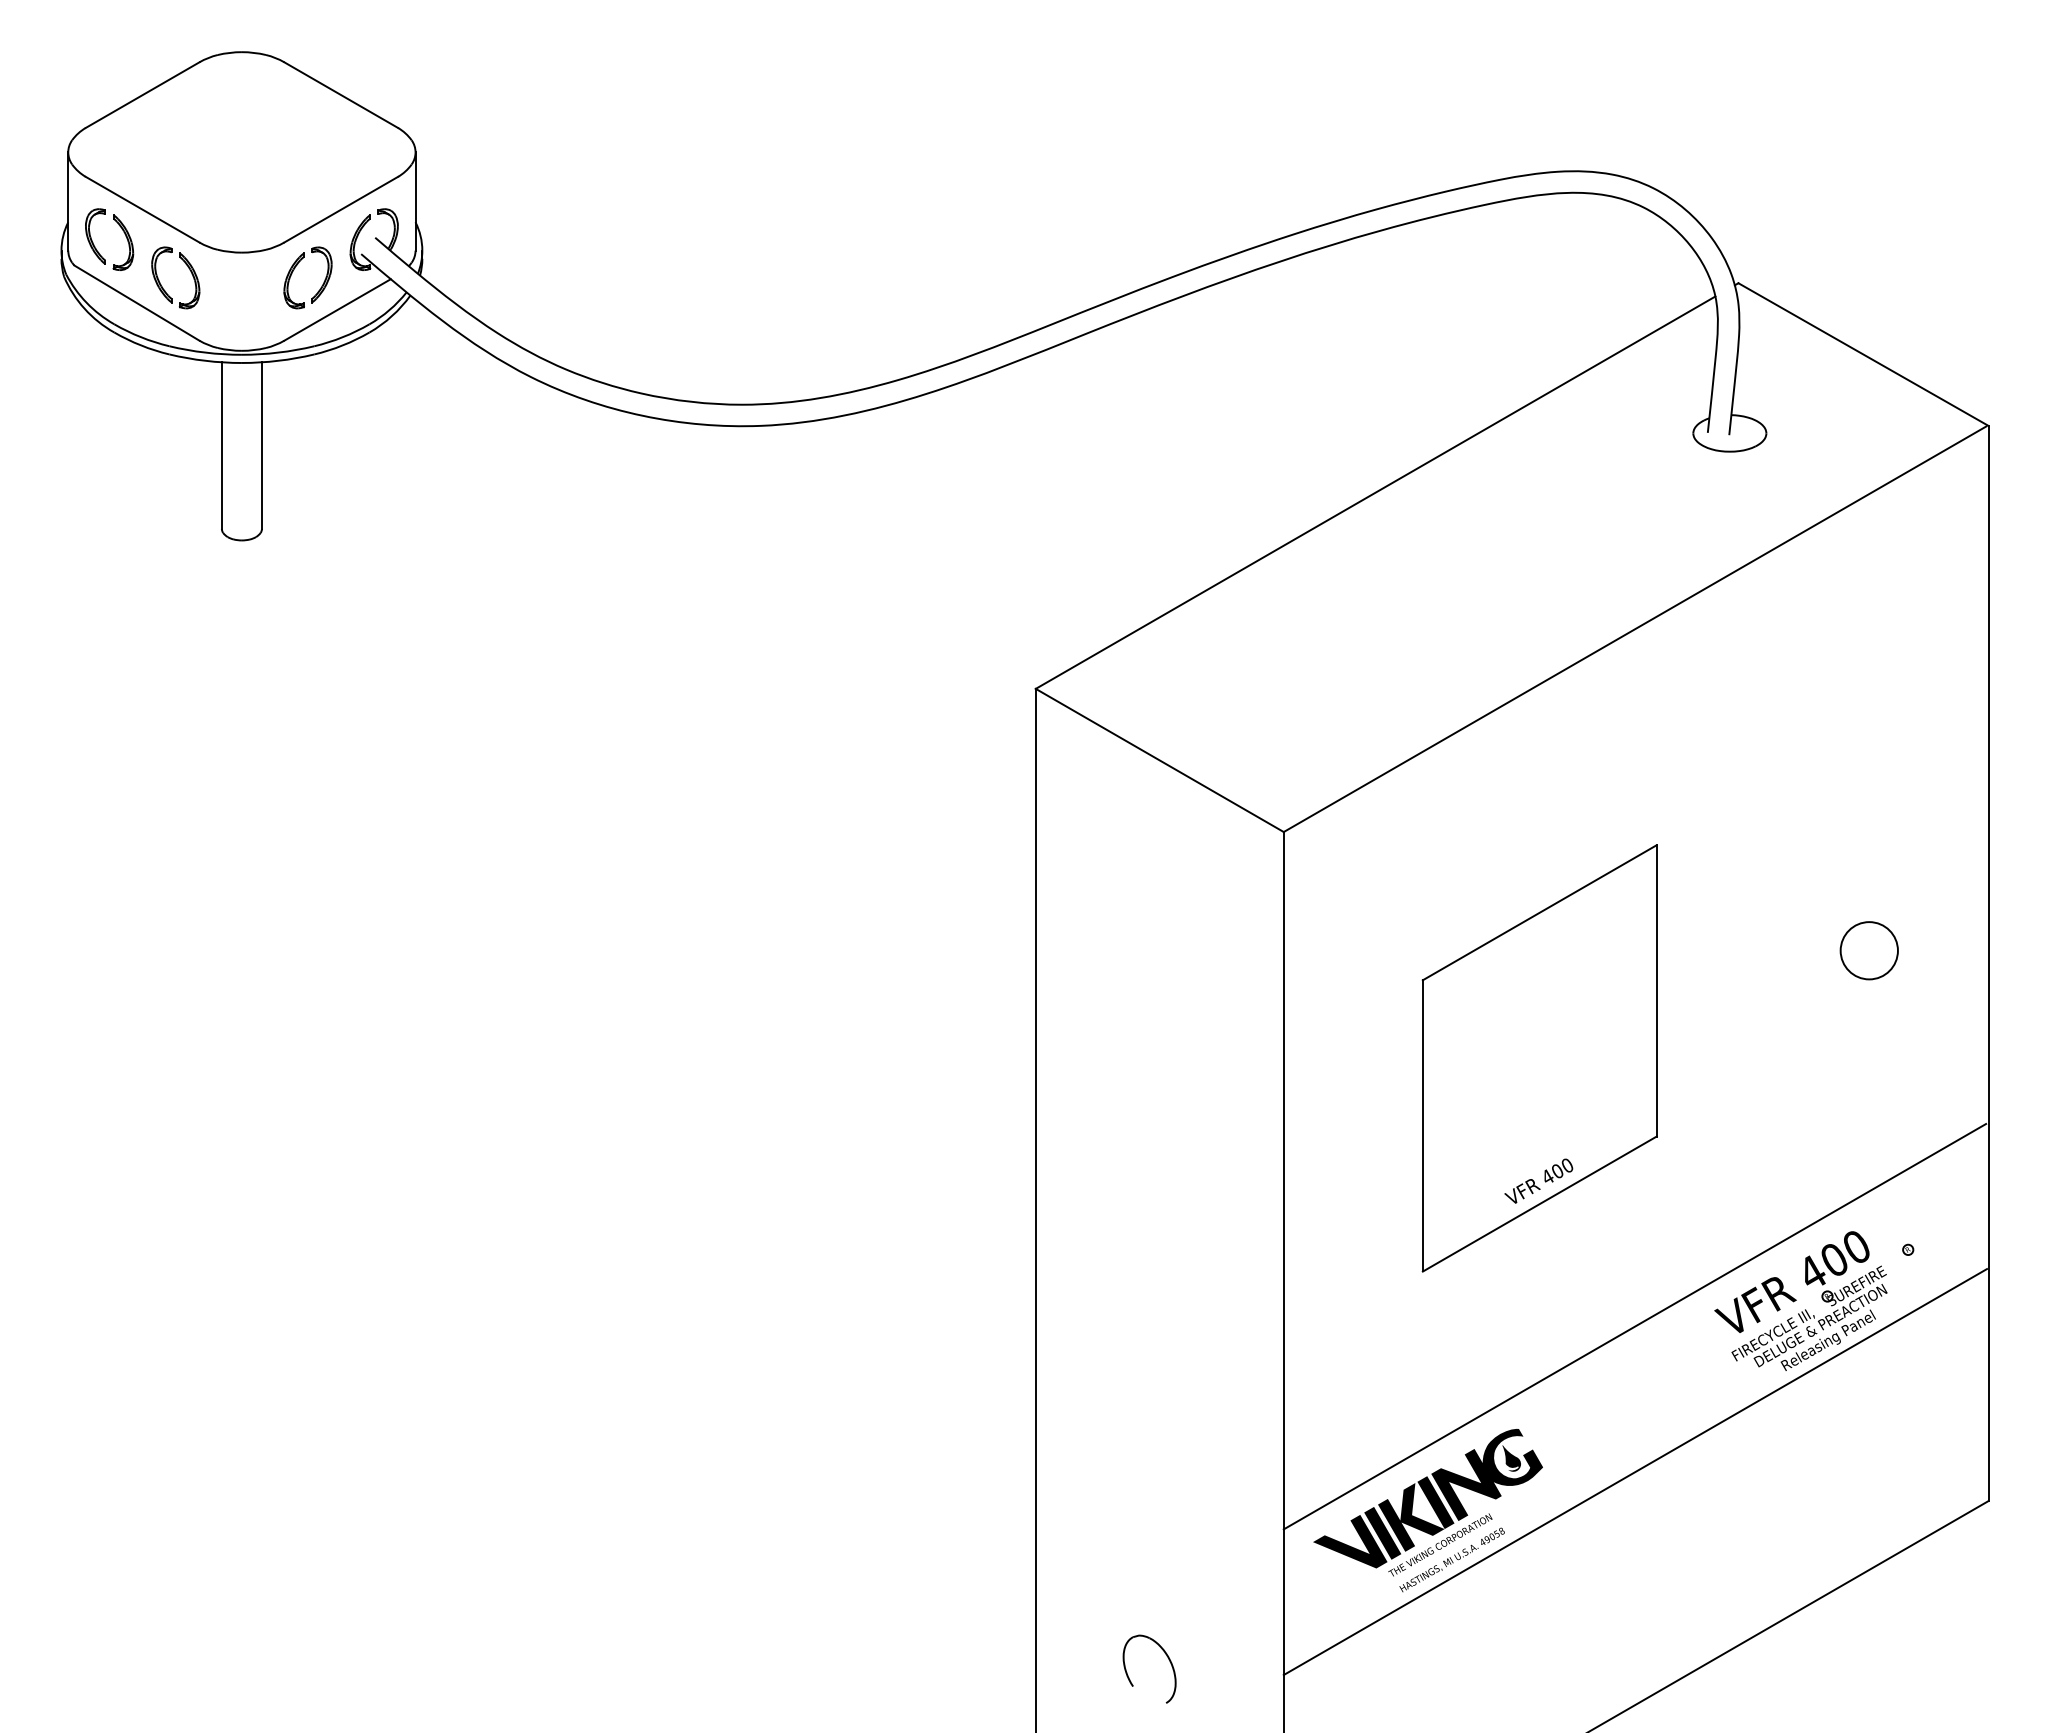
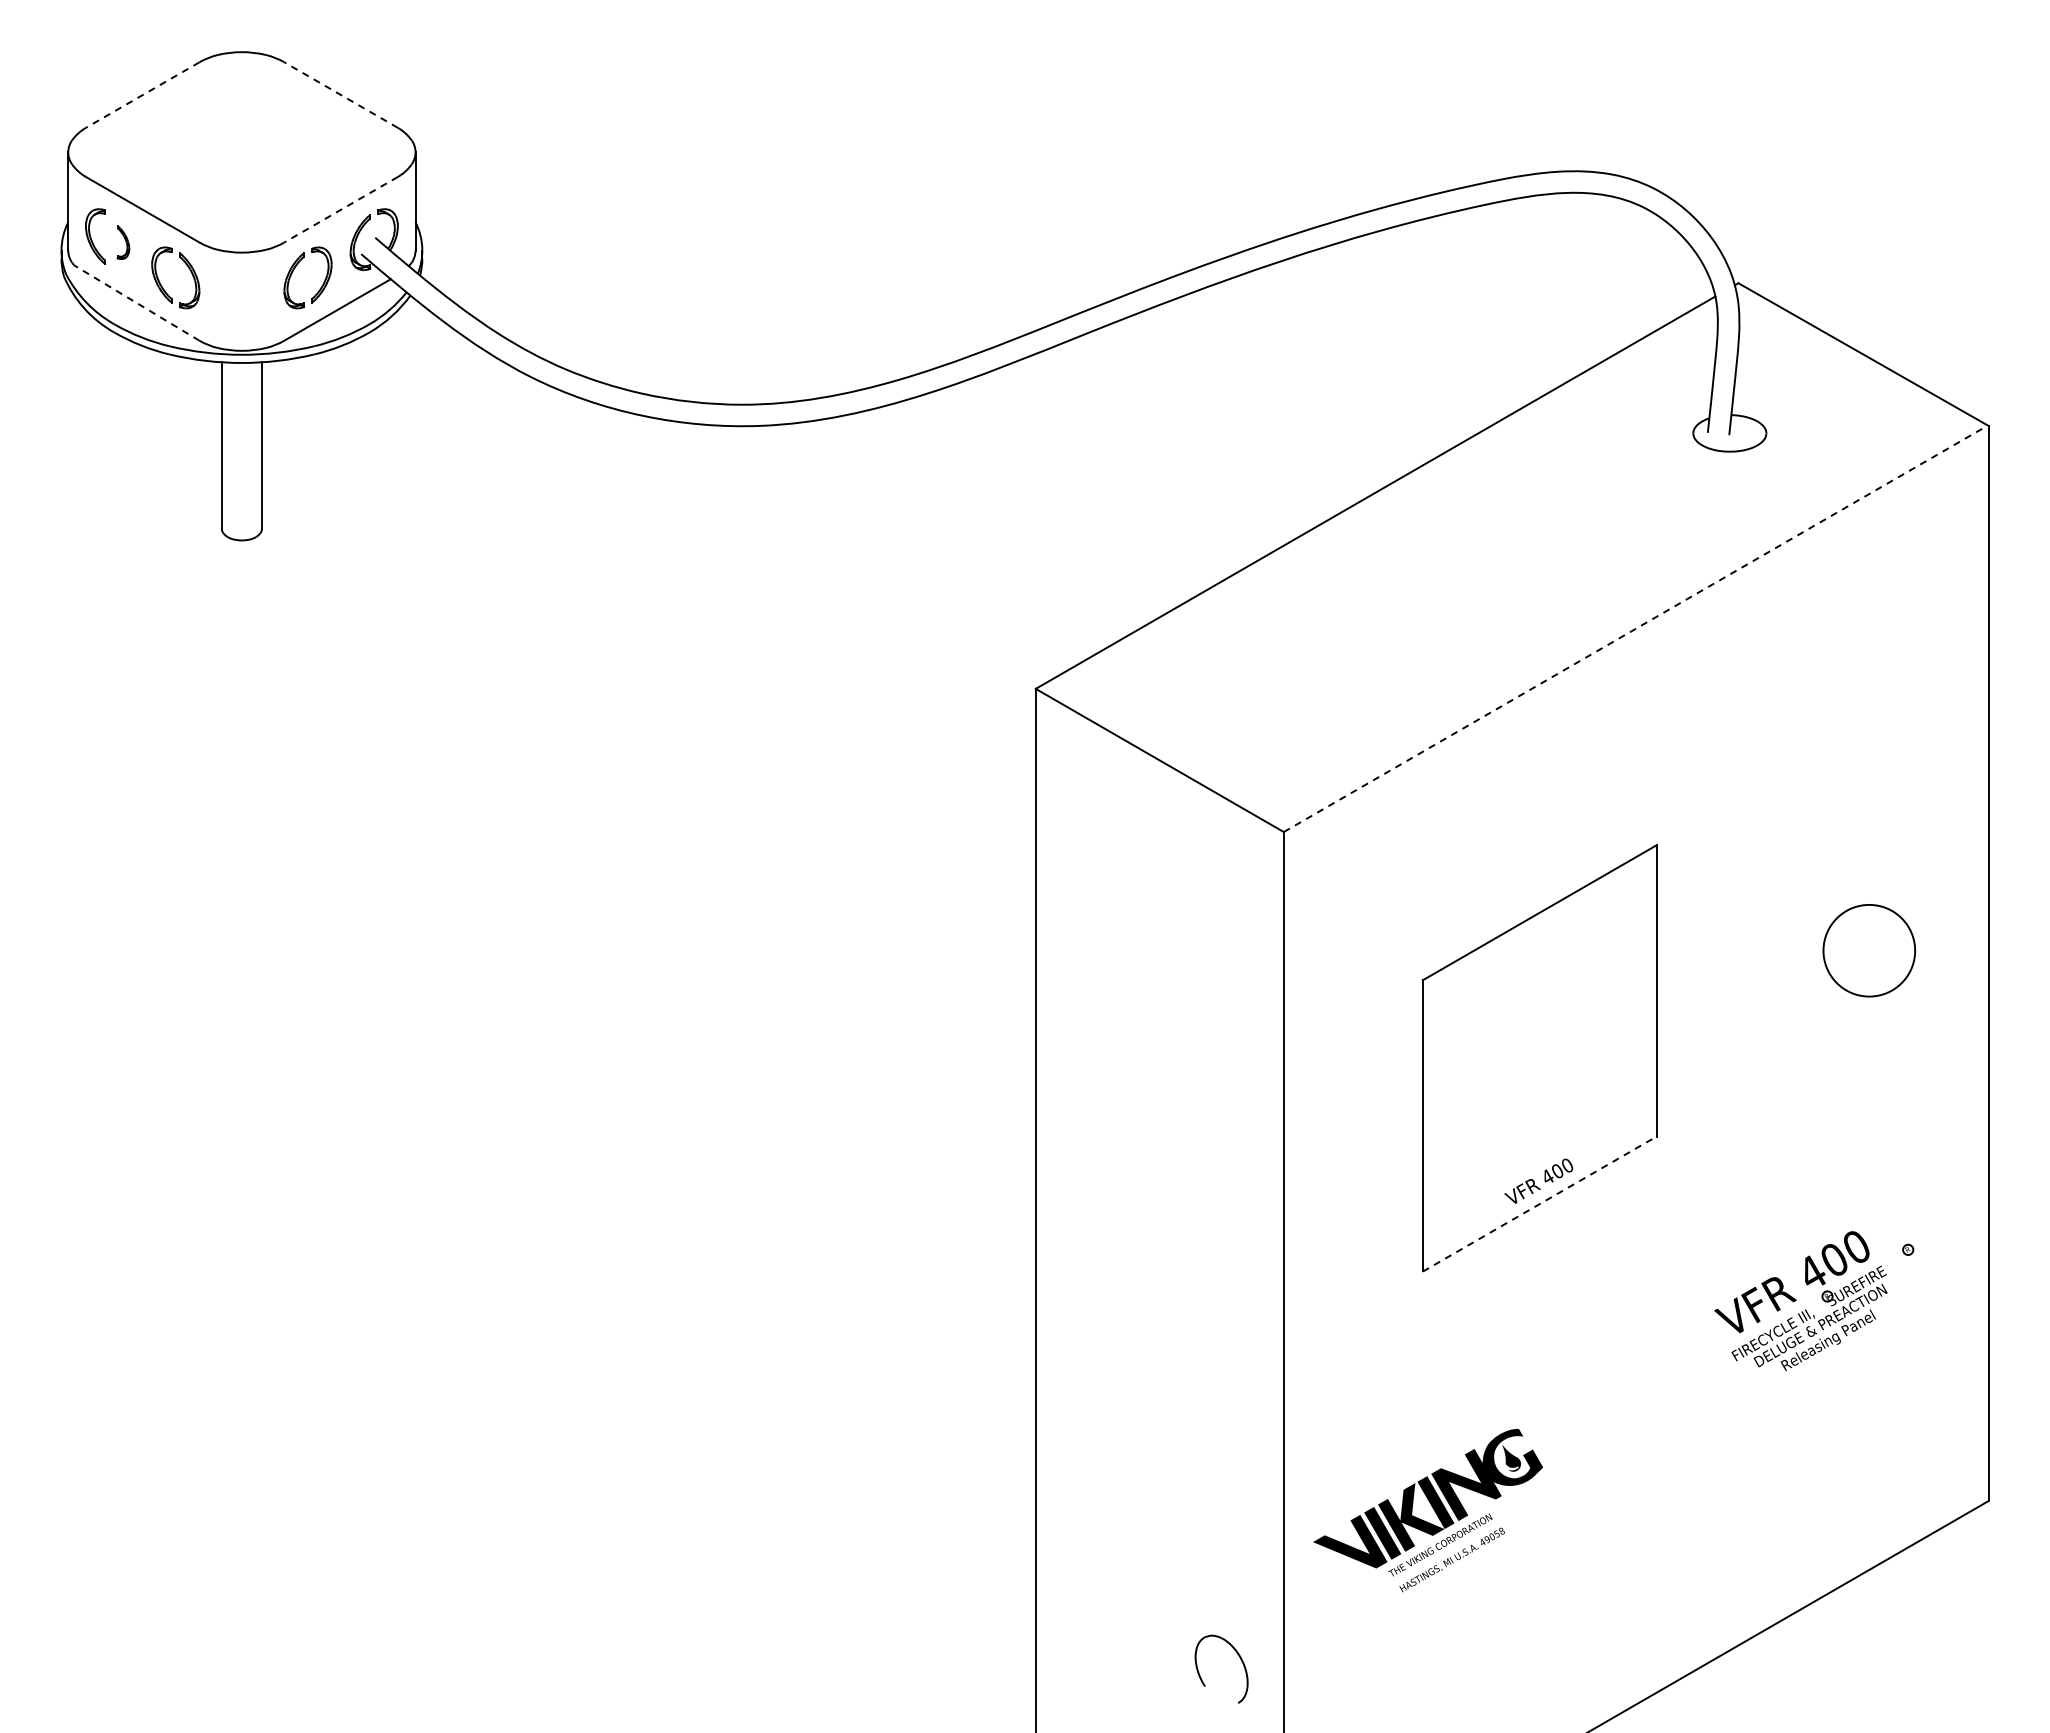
line at (142, 95): solid -> dashed
line at (341, 95): solid -> dashed
line at (341, 209): solid -> dashed
part at (123, 242) size: 23x57 px -> 15x35 px
line at (136, 303): solid -> dashed
line at (1635, 629): solid -> dashed
circle at (1868, 950) diameter: 57 px -> 92 px
line at (1540, 1203): solid -> dashed
line at (1634, 1326): present -> none
line at (1635, 1472): present -> none
part at (1166, 1656) position: (1166, 1656) -> (1238, 1656)
